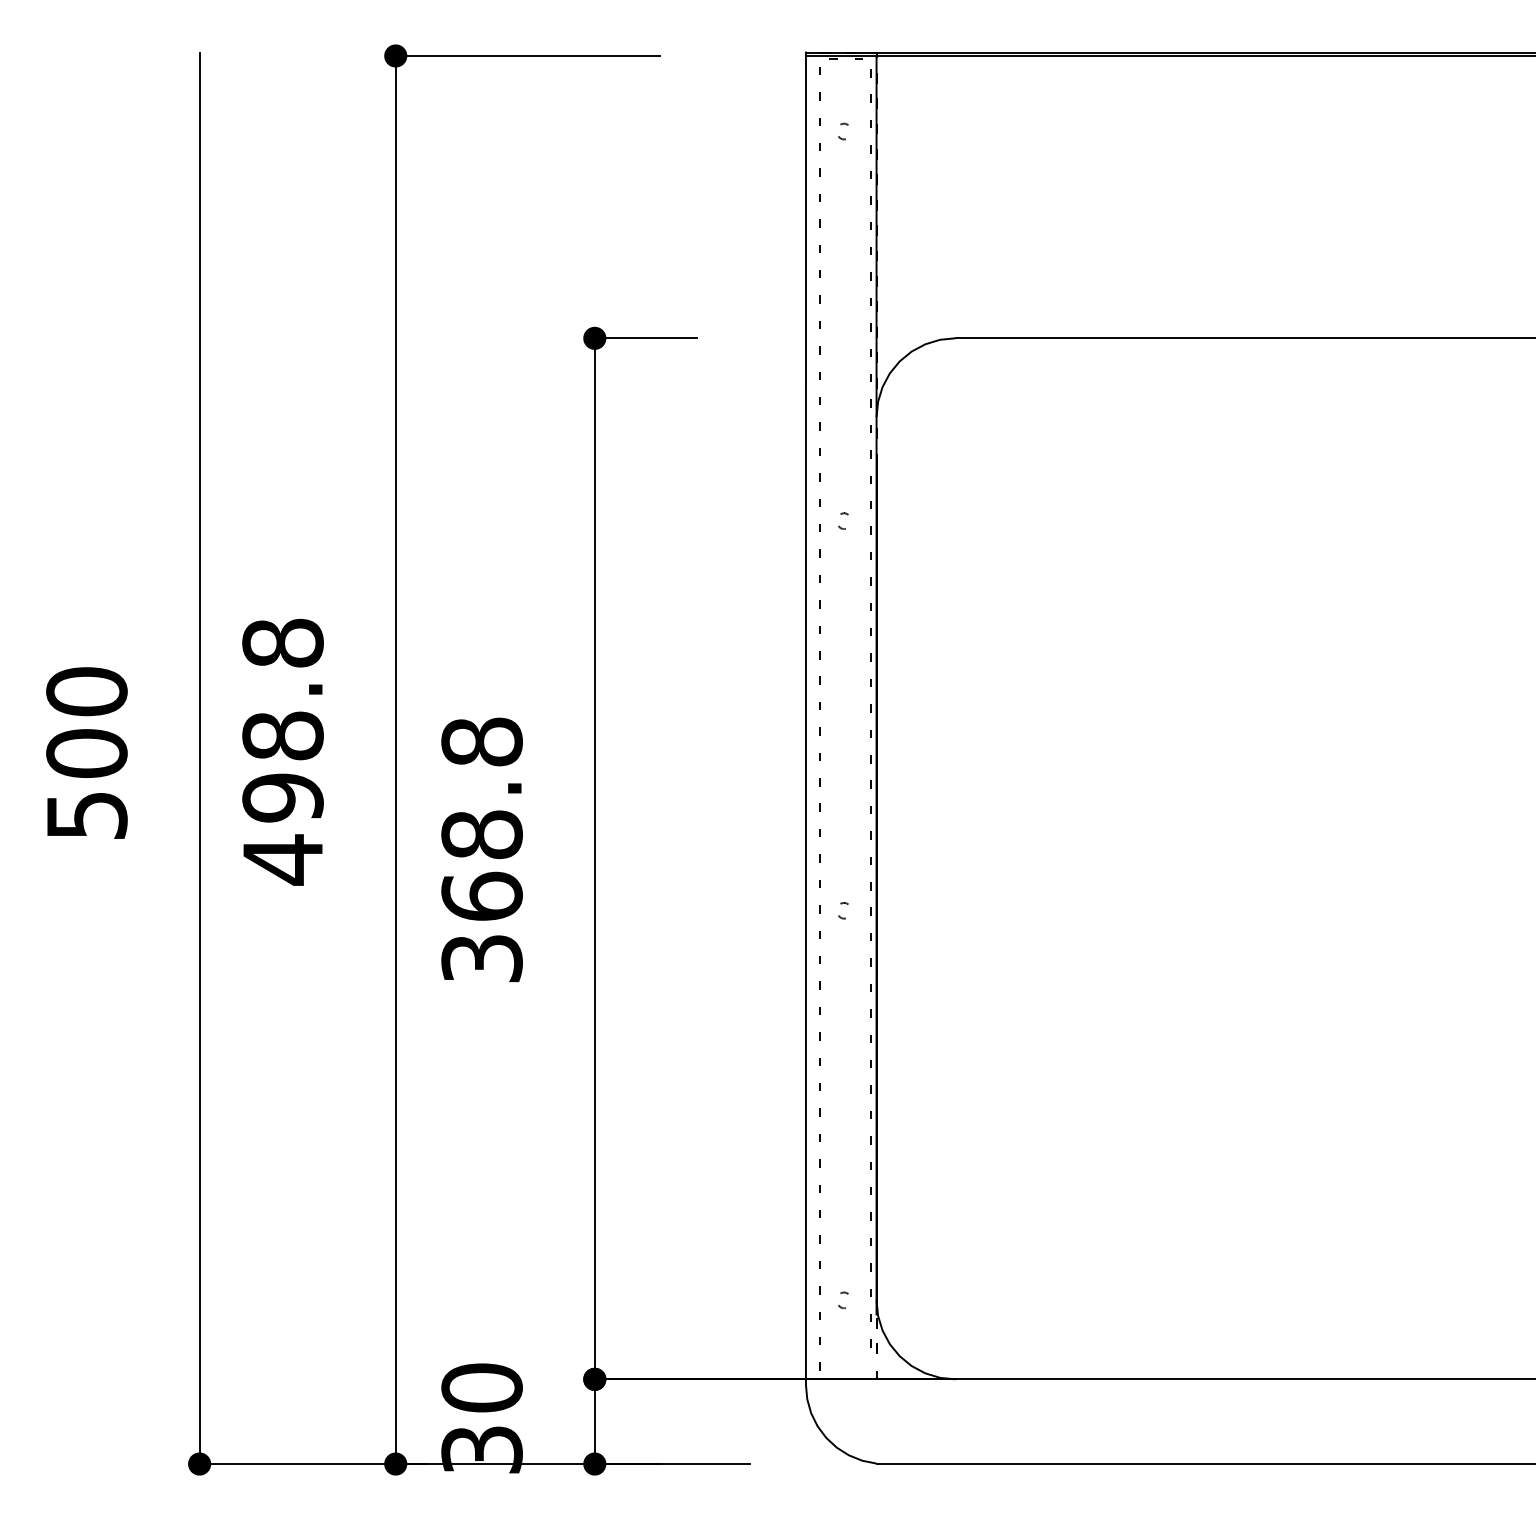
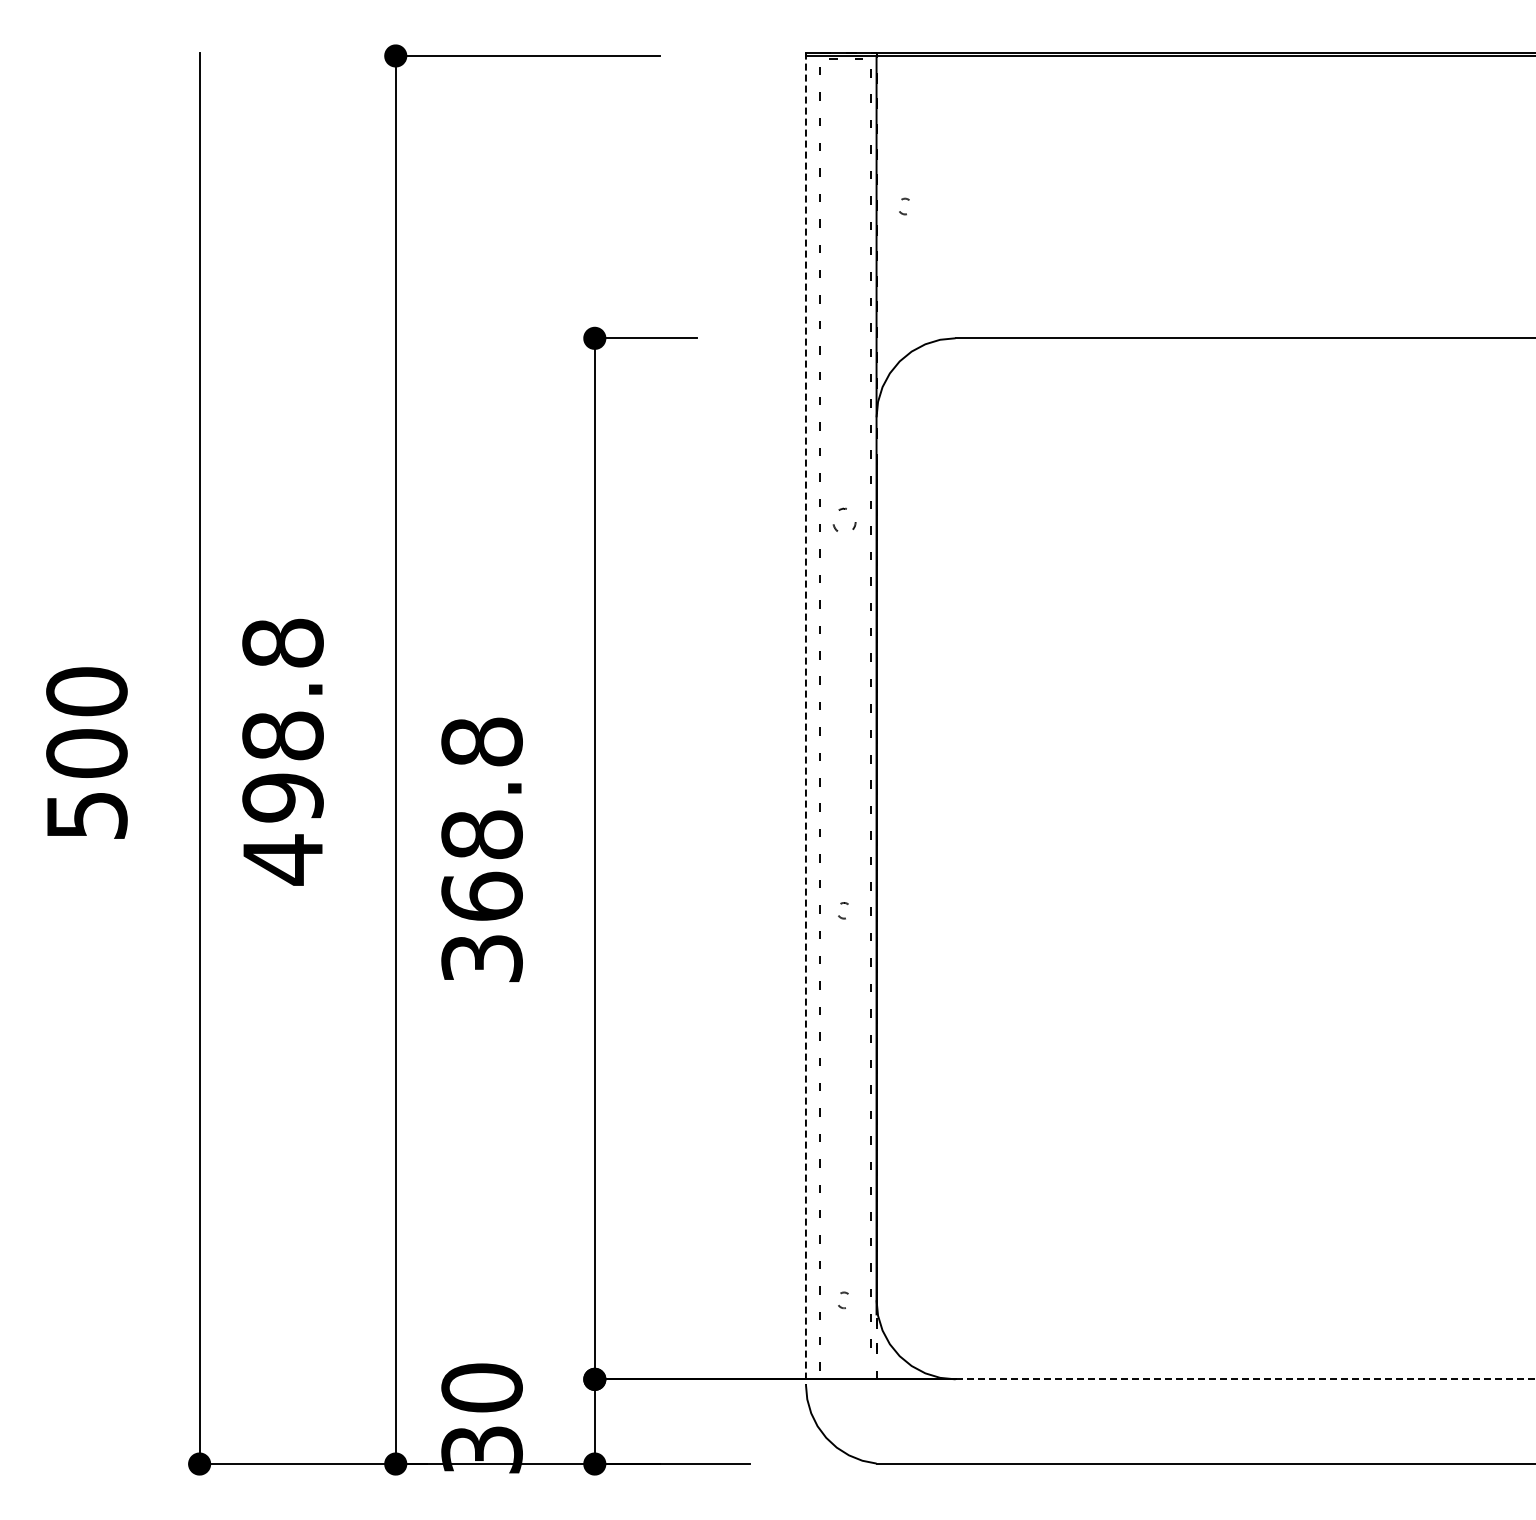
part at (841, 125) position: (841, 125) -> (902, 200)
part at (843, 520) size: 11x18 px -> 25x25 px
line at (805, 719): solid -> dashed
line at (1245, 1379): solid -> dashed
